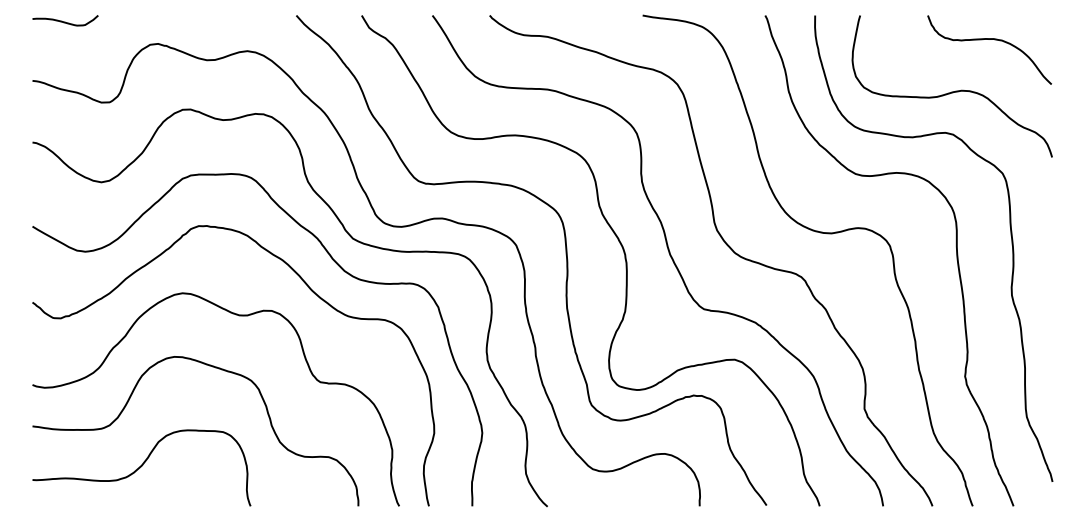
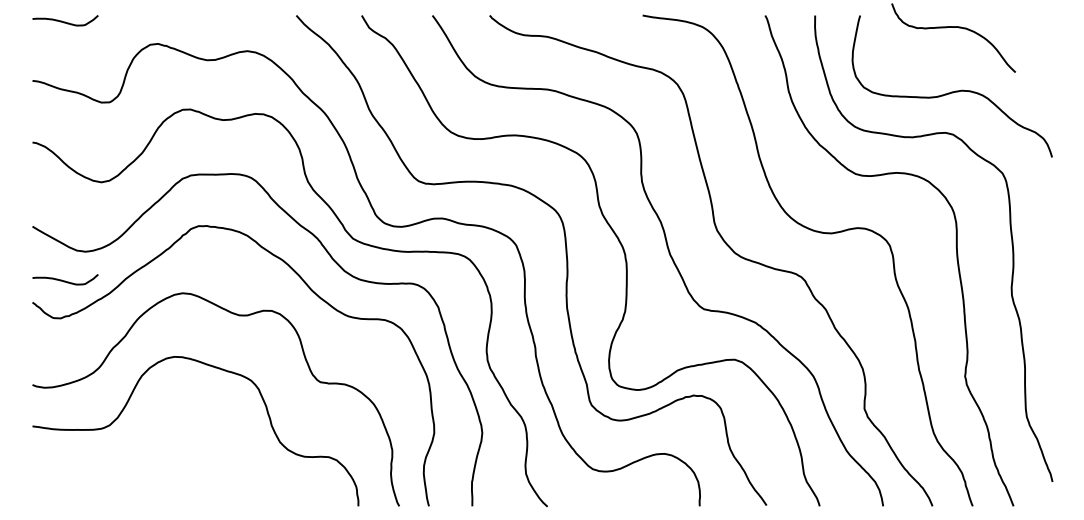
curve at (989, 39) position: (989, 39) -> (953, 27)
curve at (65, 280): none -> present
curve at (141, 467): present -> none
